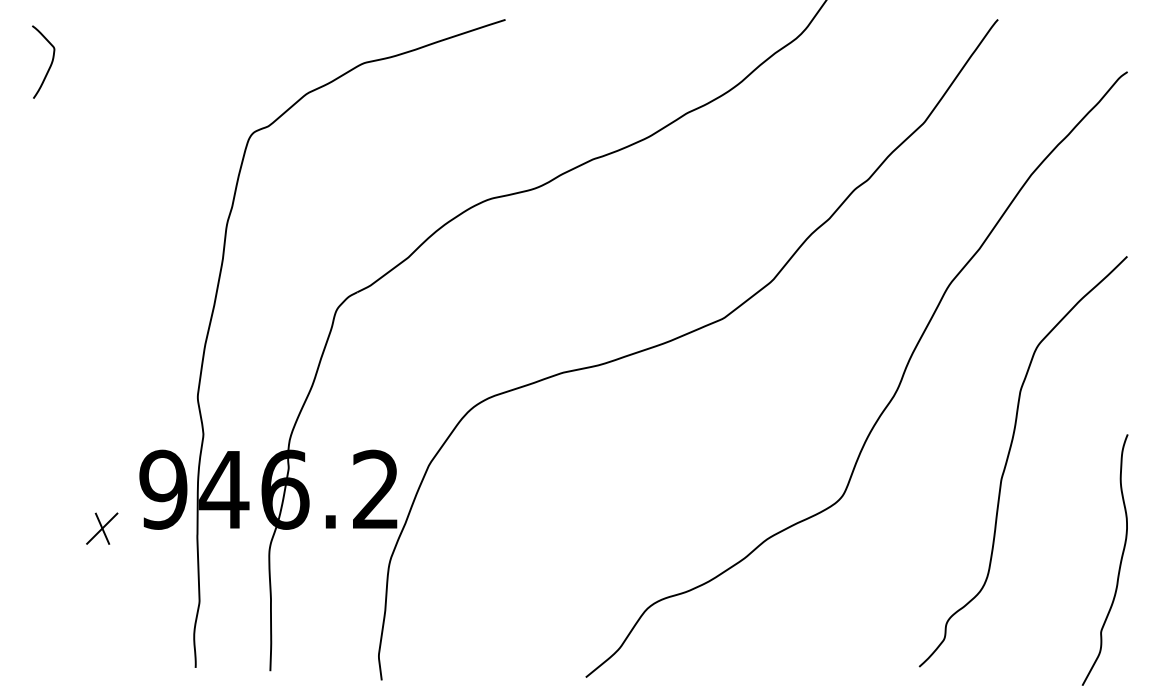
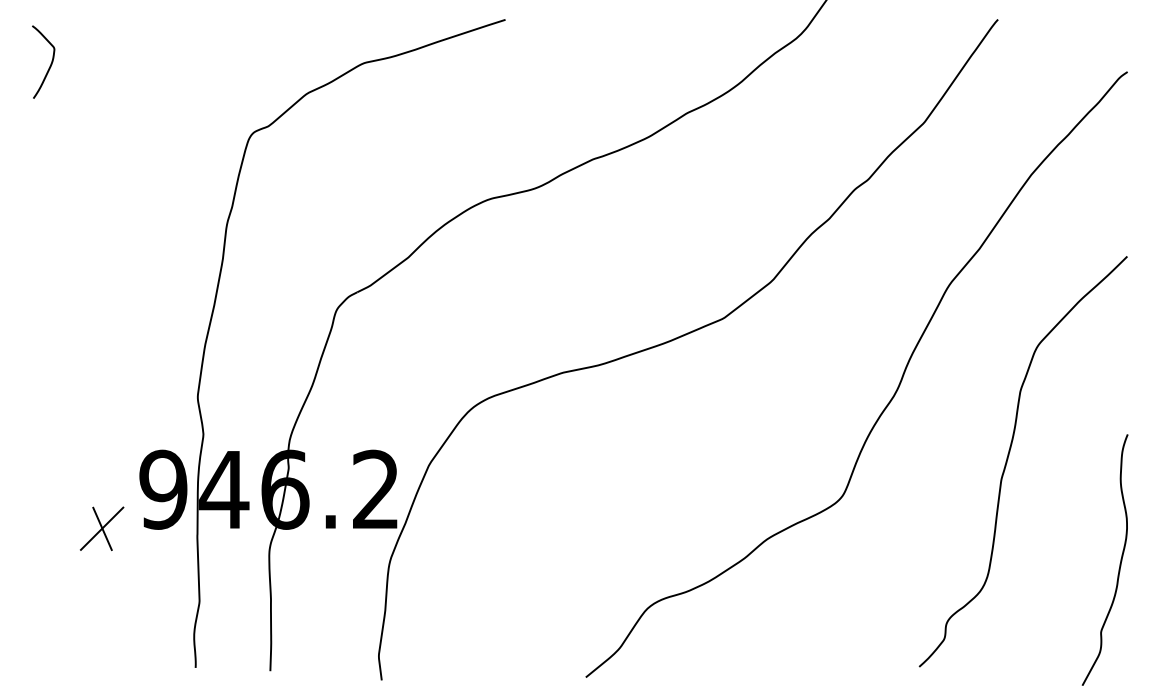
part at (102, 528) size: 33x33 px -> 45x45 px
